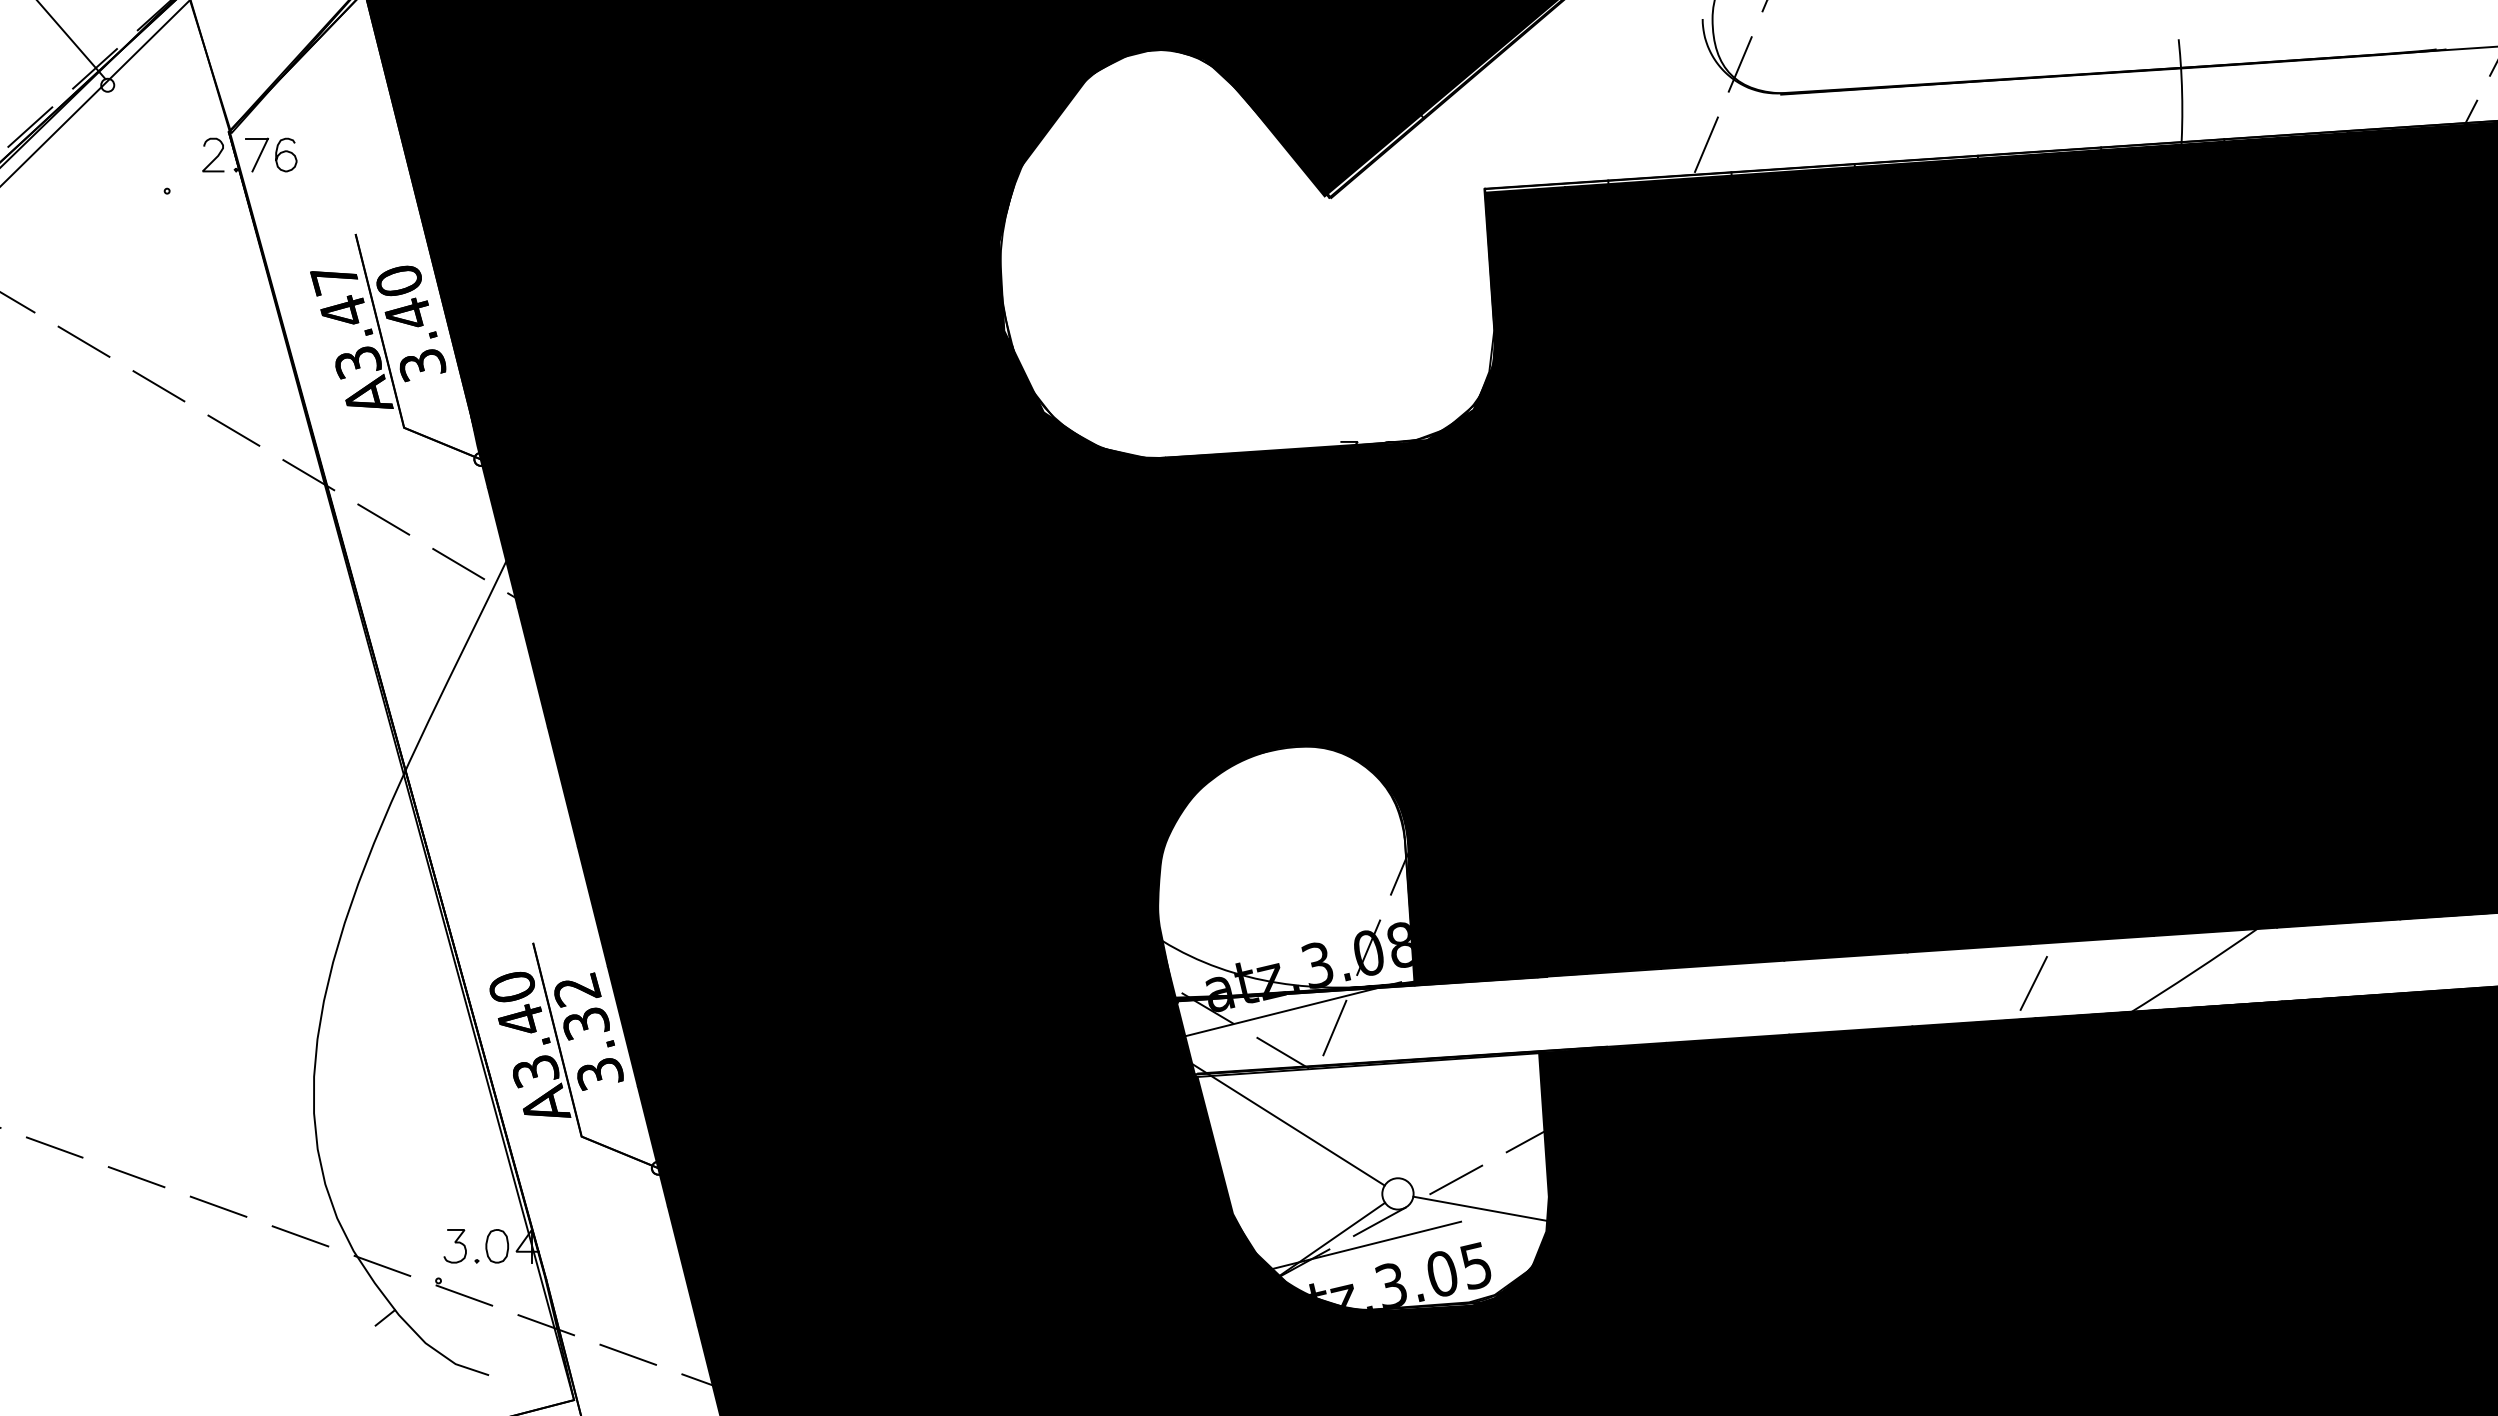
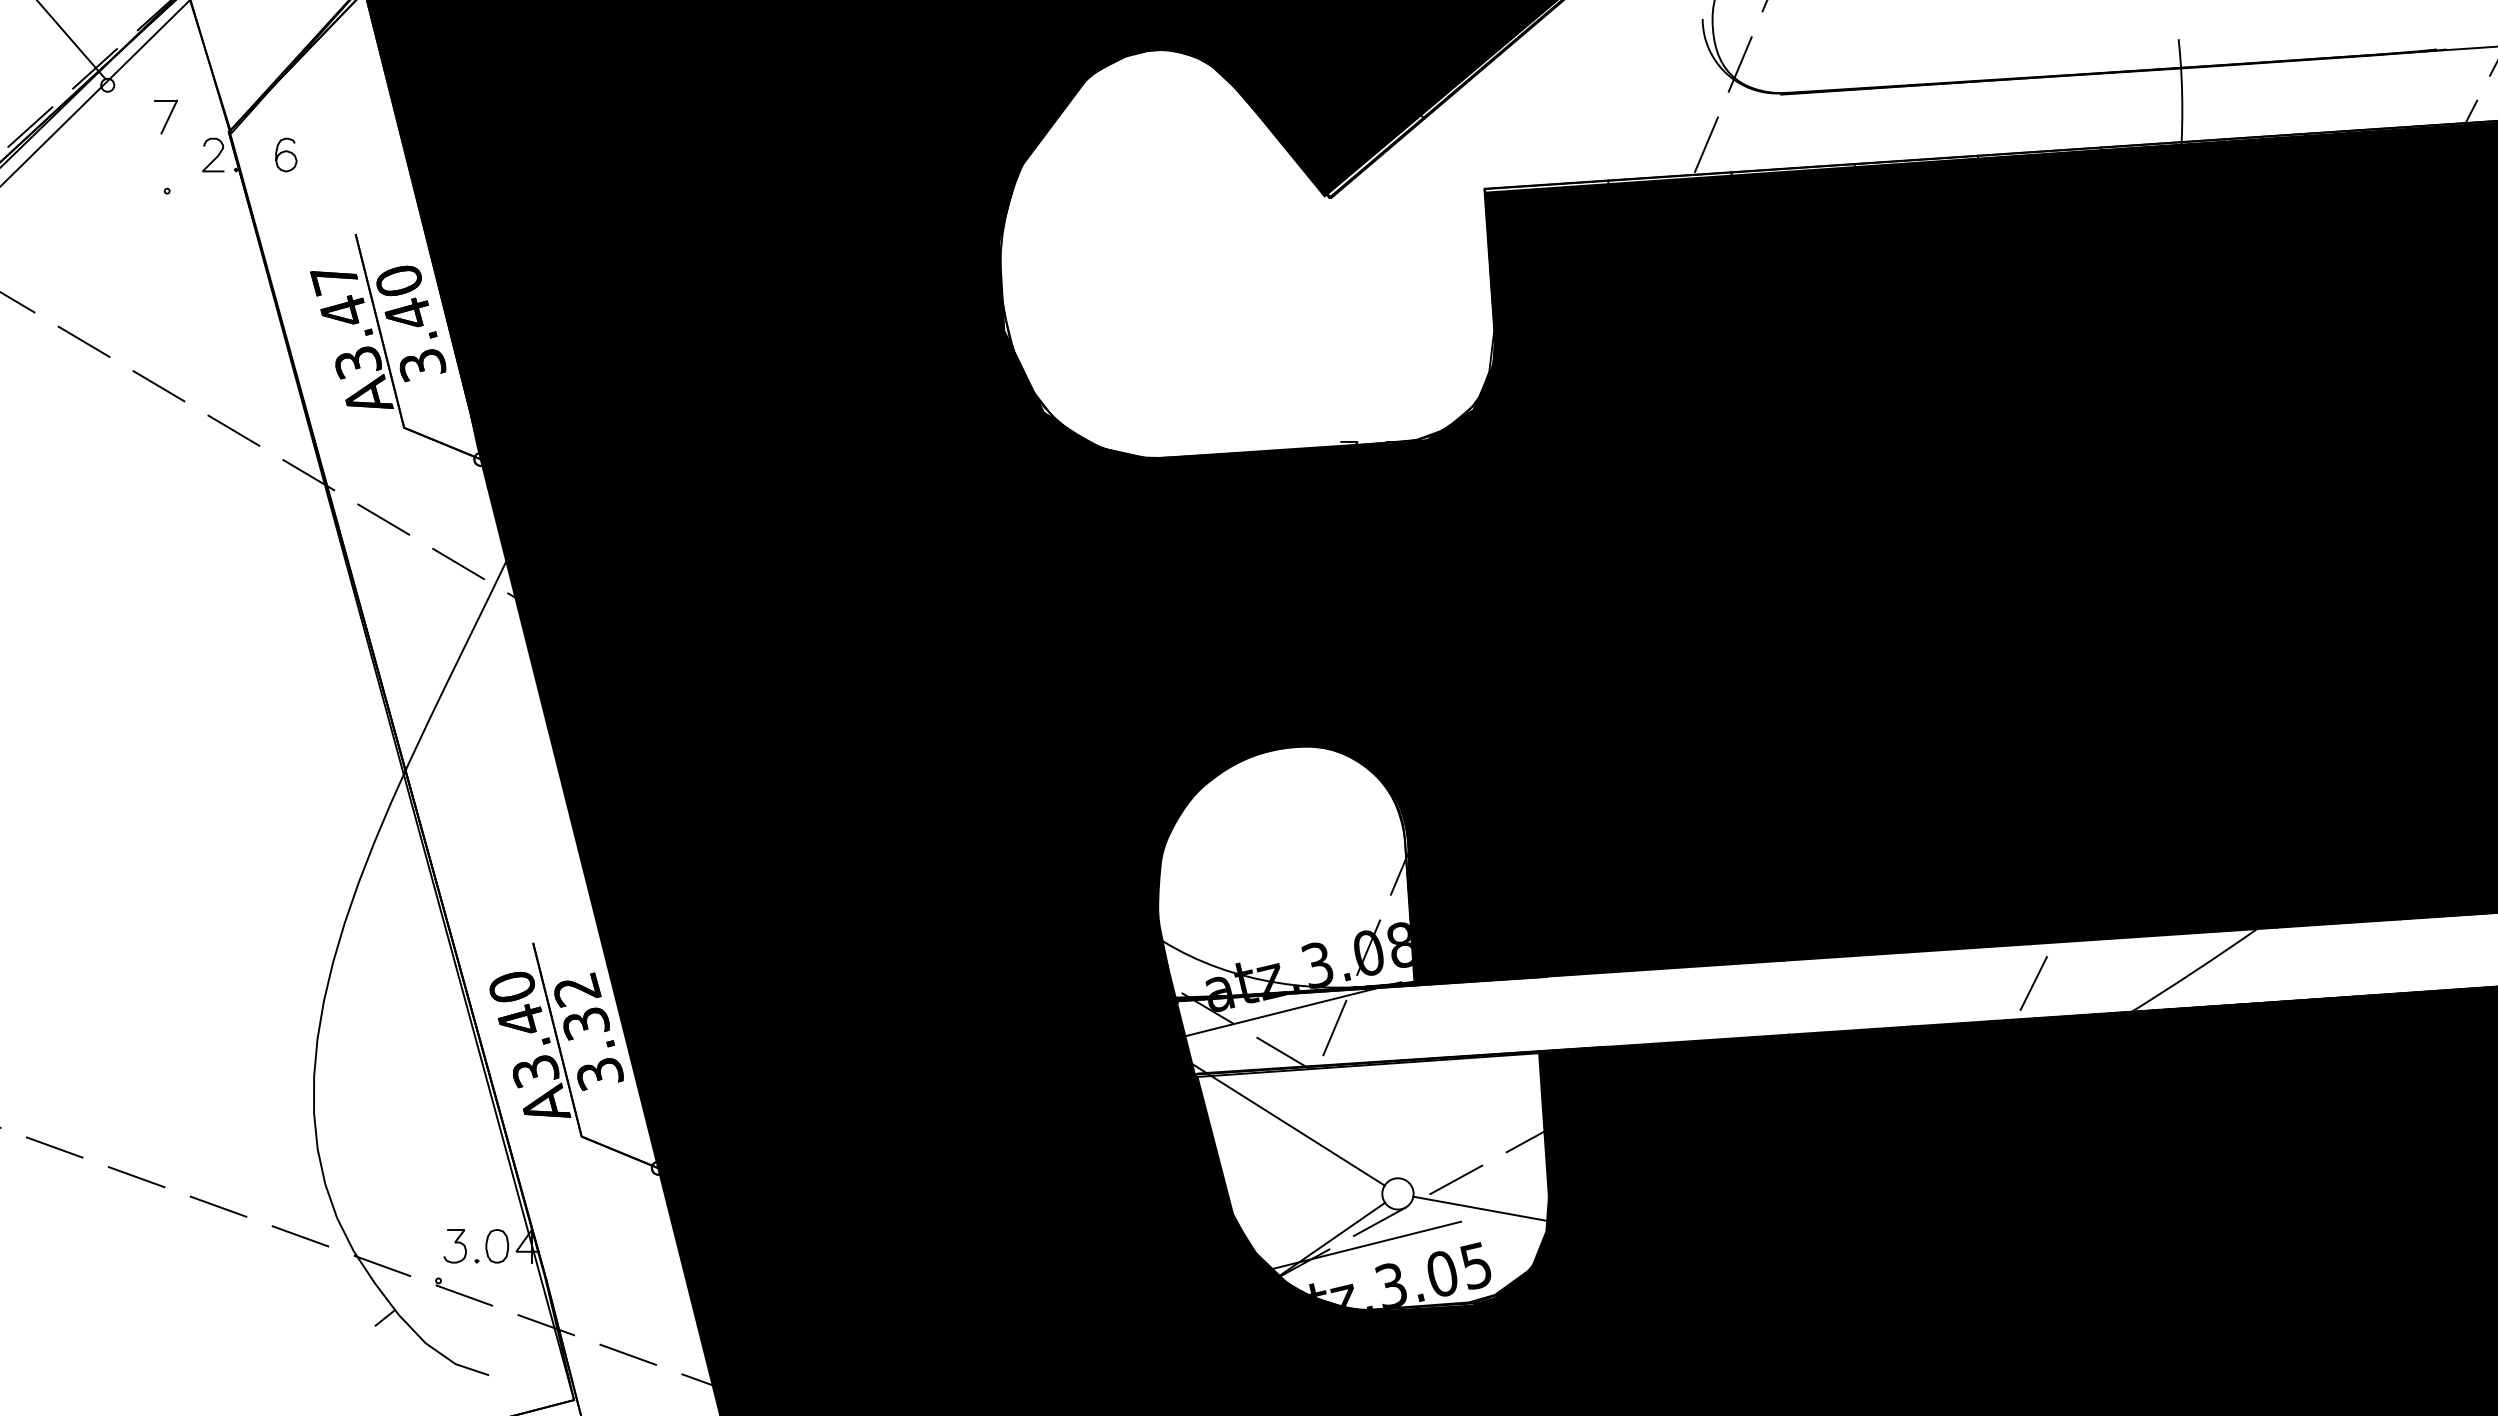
part at (256, 154) position: (256, 154) -> (165, 116)
